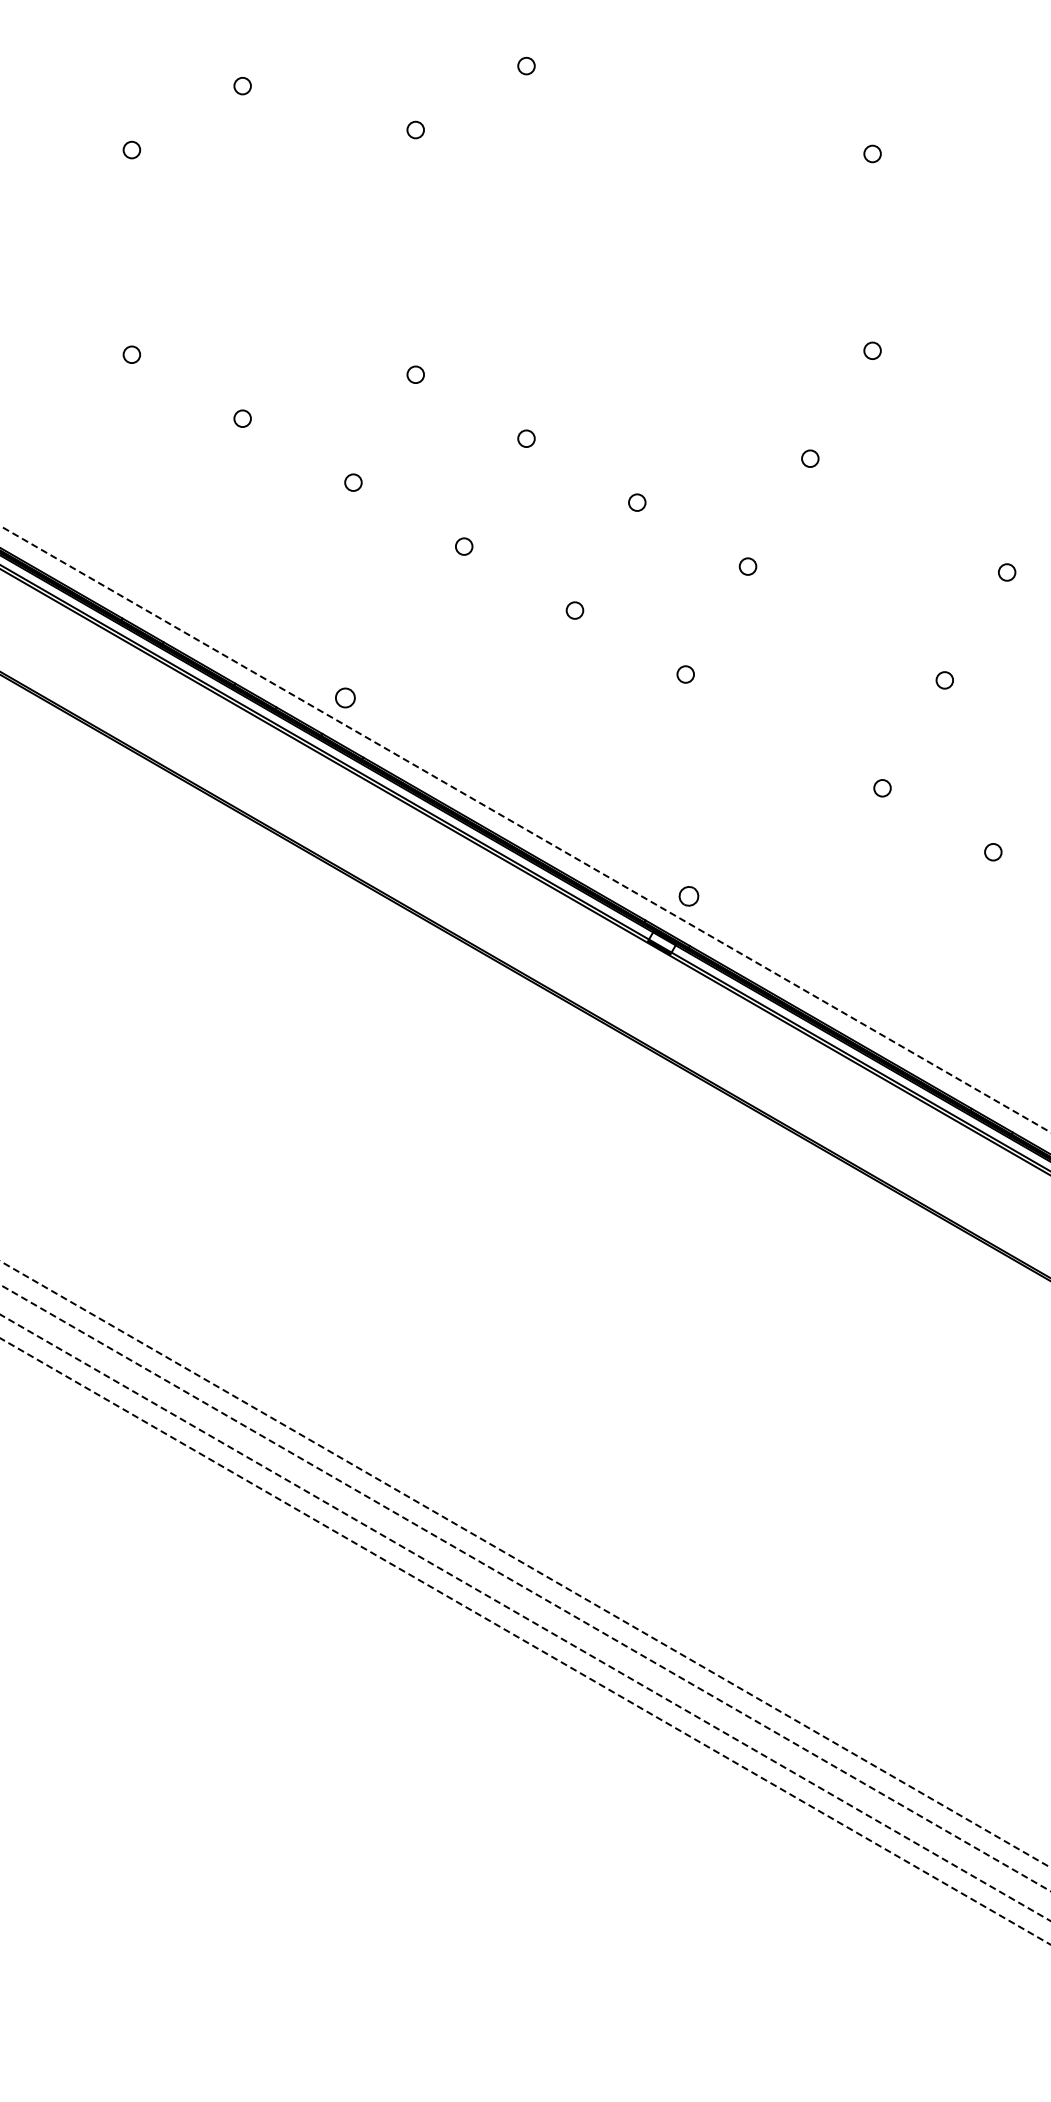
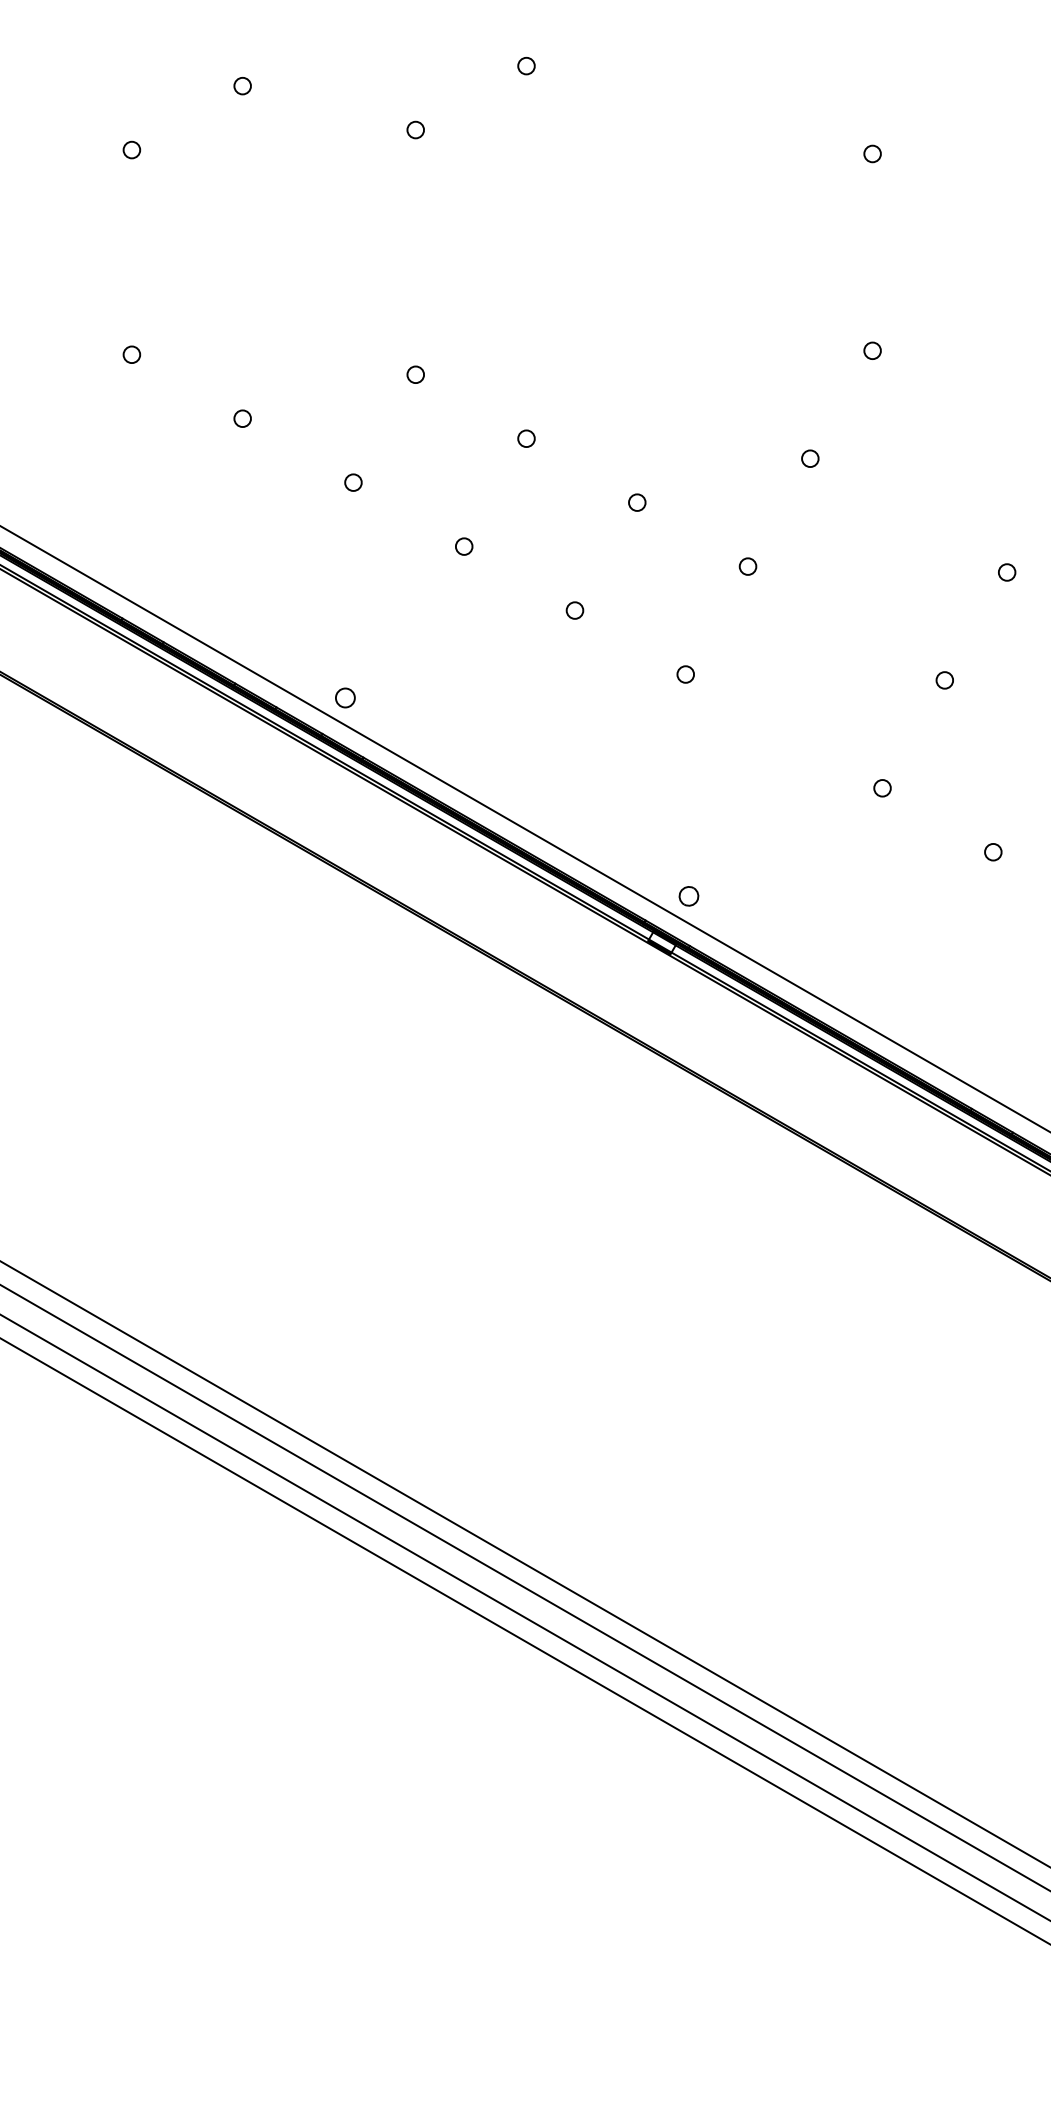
line at (524, 828): dashed -> solid
line at (525, 1564): dashed -> solid
line at (526, 1588): dashed -> solid
line at (526, 1618): dashed -> solid
line at (525, 1641): dashed -> solid
